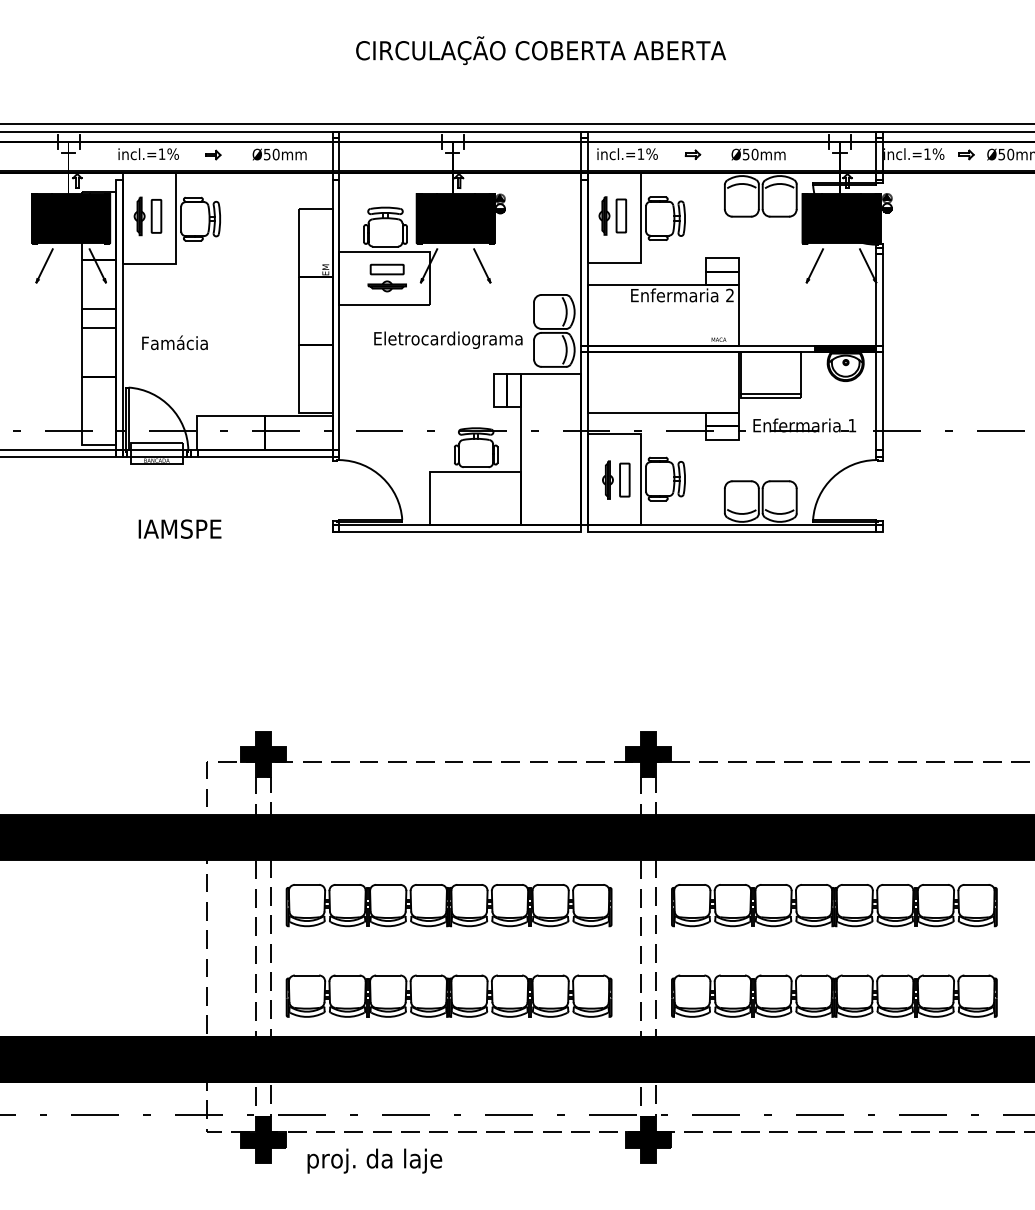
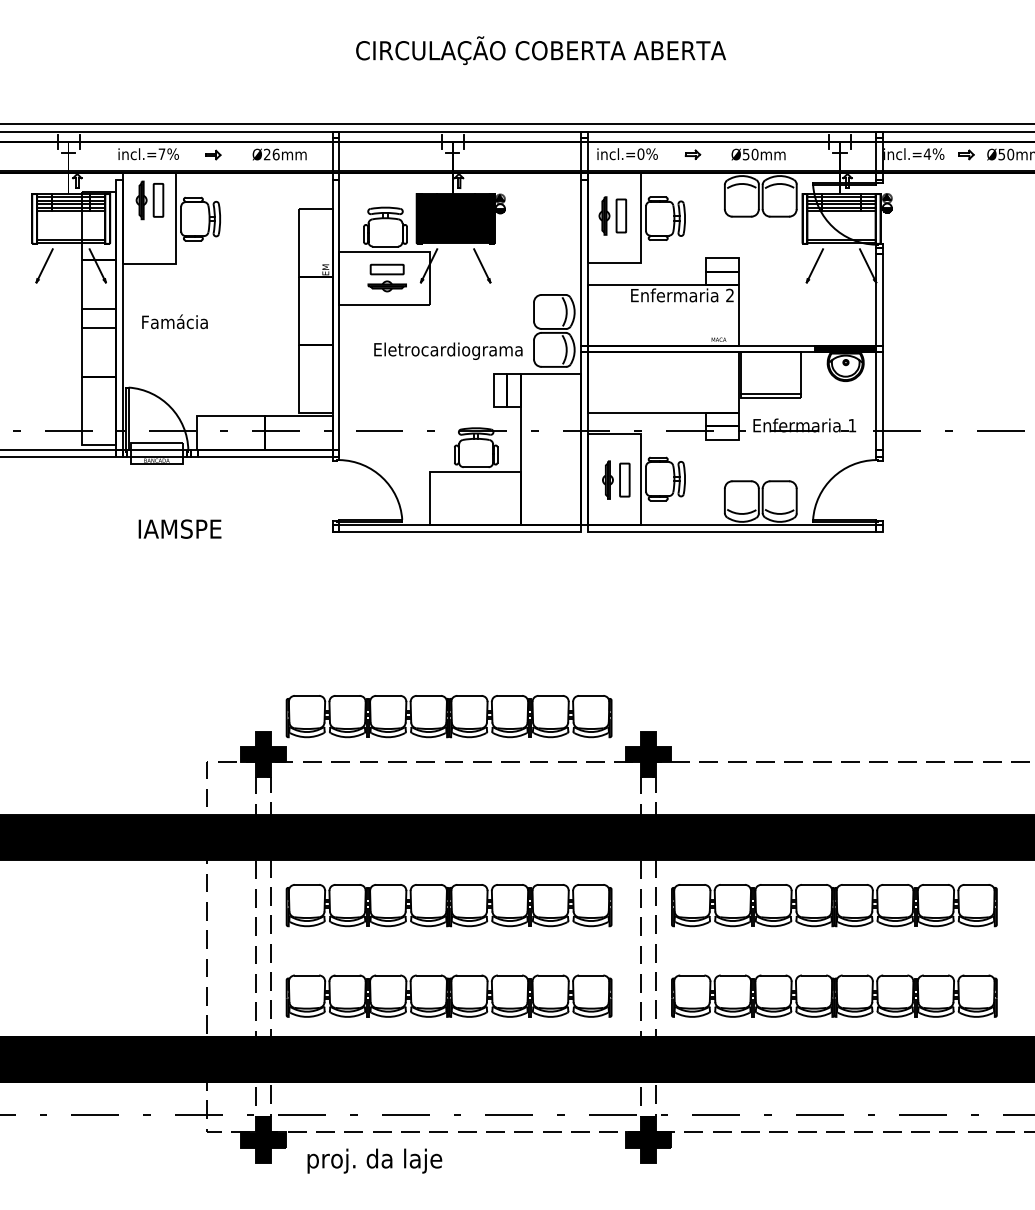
text at (161, 153): incl.=1%%% -> incl.=7%%%
text at (640, 153): incl.=1%%% -> incl.=0%%%
text at (927, 153): incl.=1%%% -> incl.=4%%%
text at (271, 154): Ø50mm -> Ø26mm
part at (147, 216) position: (147, 216) -> (149, 200)
fill at (71, 218): present -> none
fill at (841, 218): present -> none
text at (448, 339) position: (448, 339) -> (448, 350)
text at (174, 342) position: (174, 342) -> (174, 321)
part at (448, 716): none -> present
